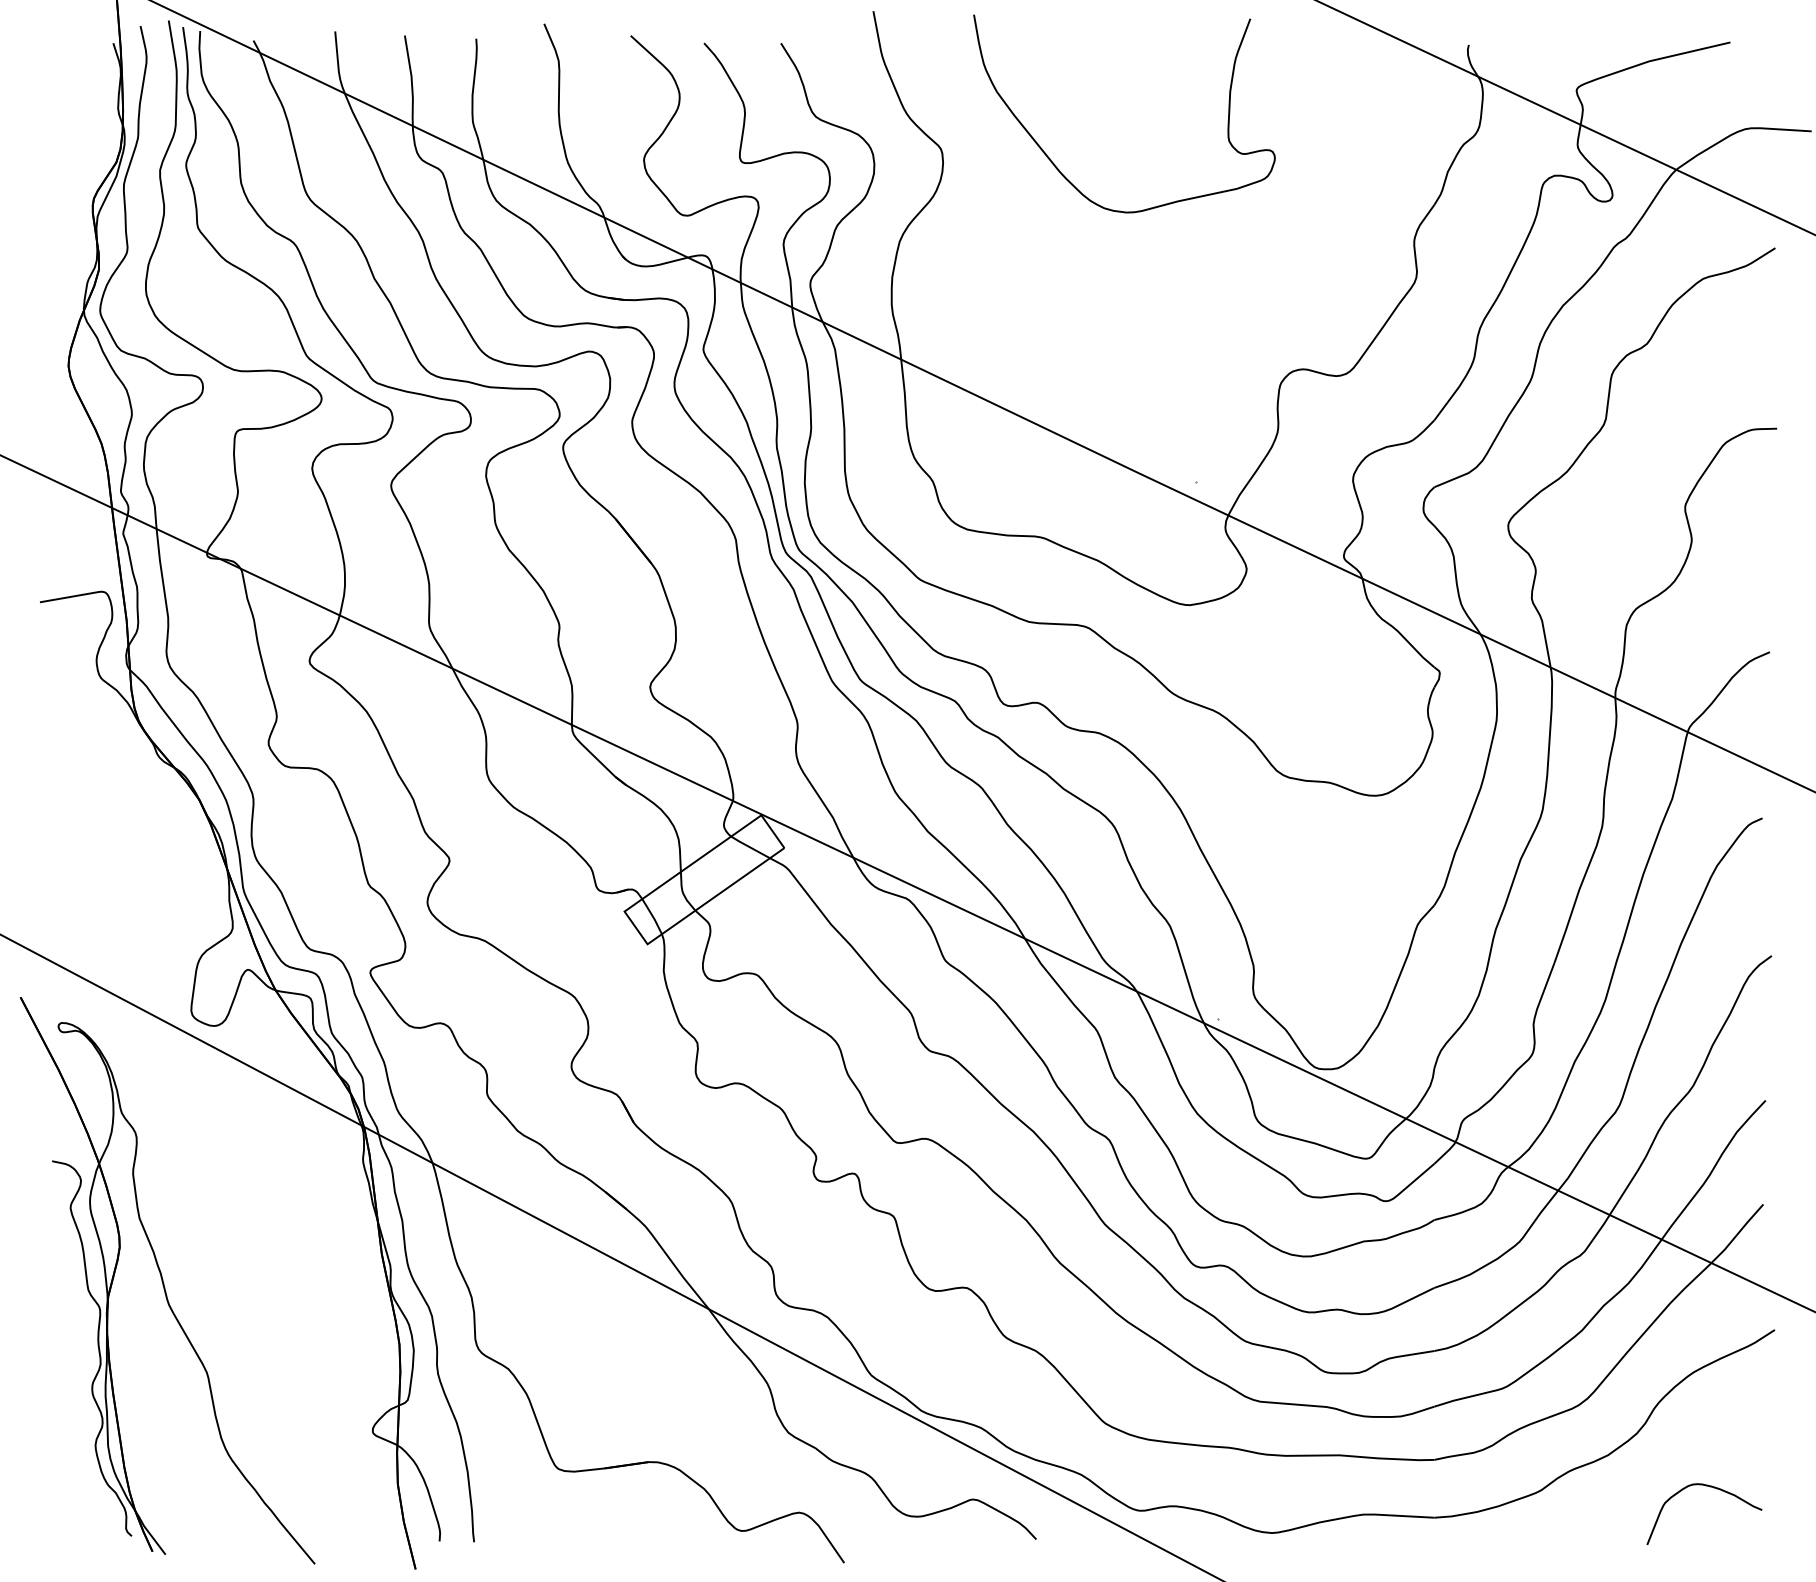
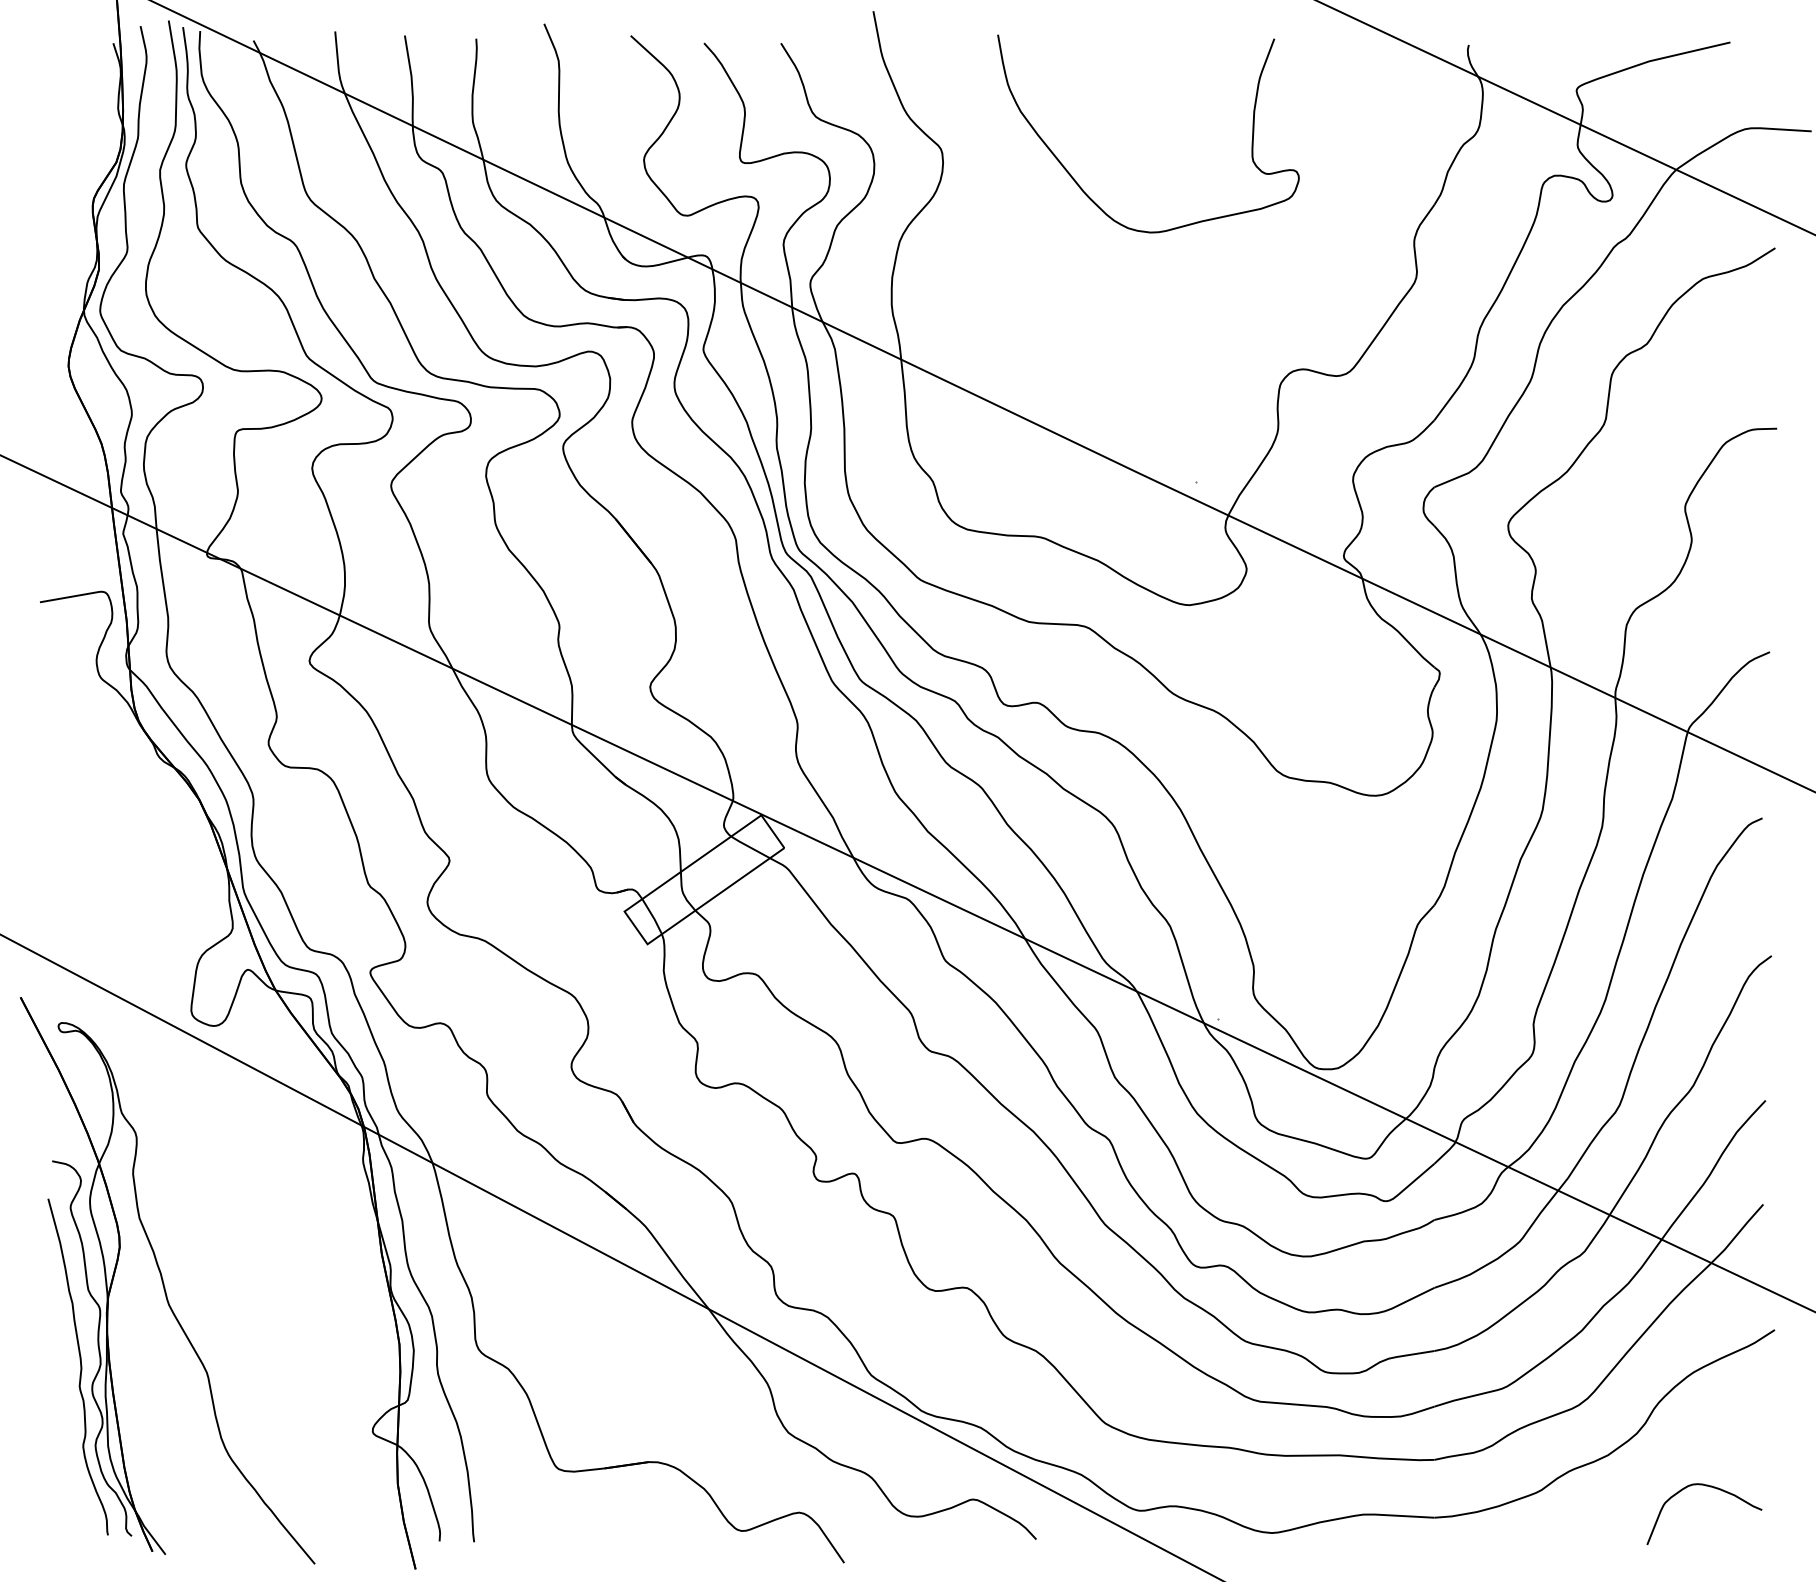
curve at (1059, 169) position: (1059, 169) -> (1083, 189)
curve at (80, 1366): none -> present
